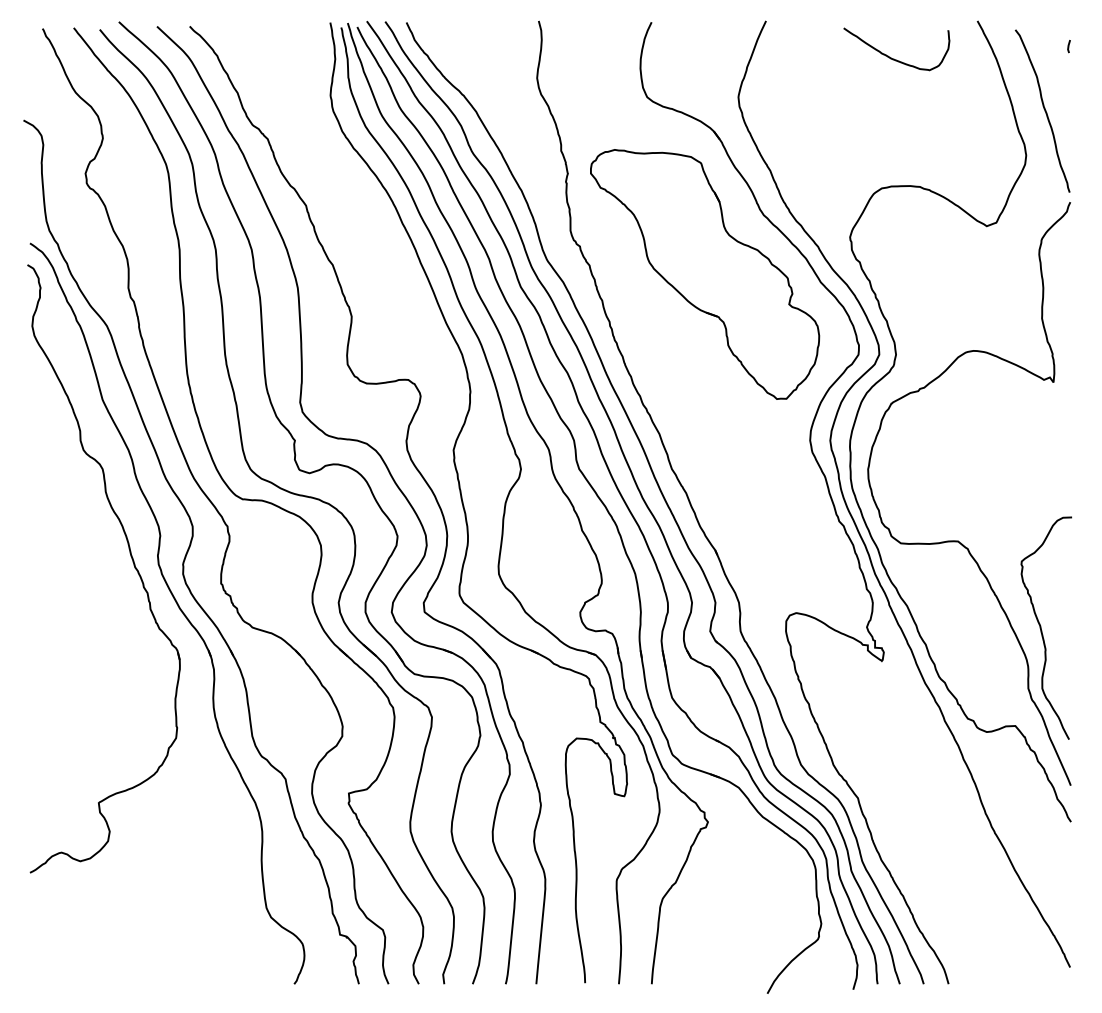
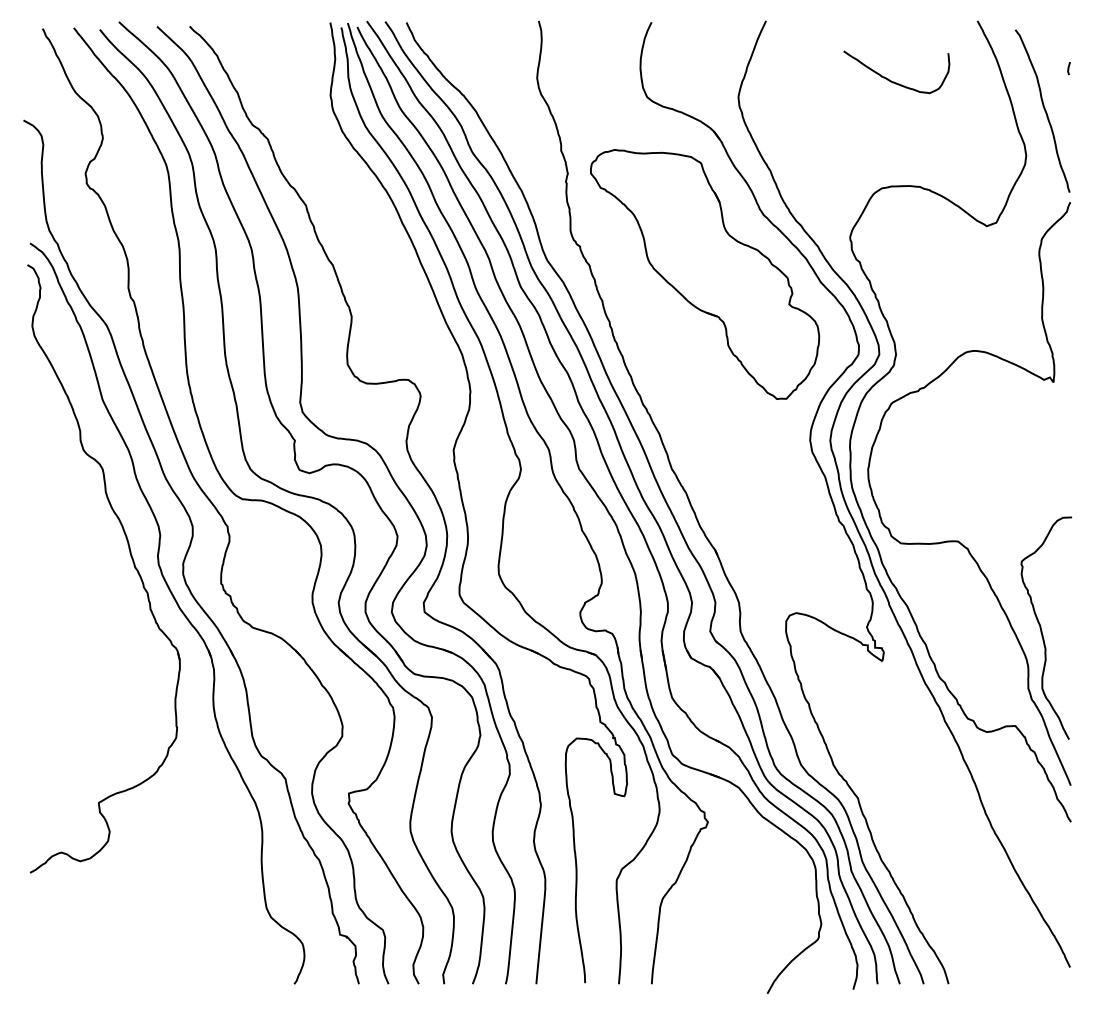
line at (1068, 46) position: (1068, 46) -> (1068, 68)
curve at (894, 58) position: (894, 58) -> (894, 81)
